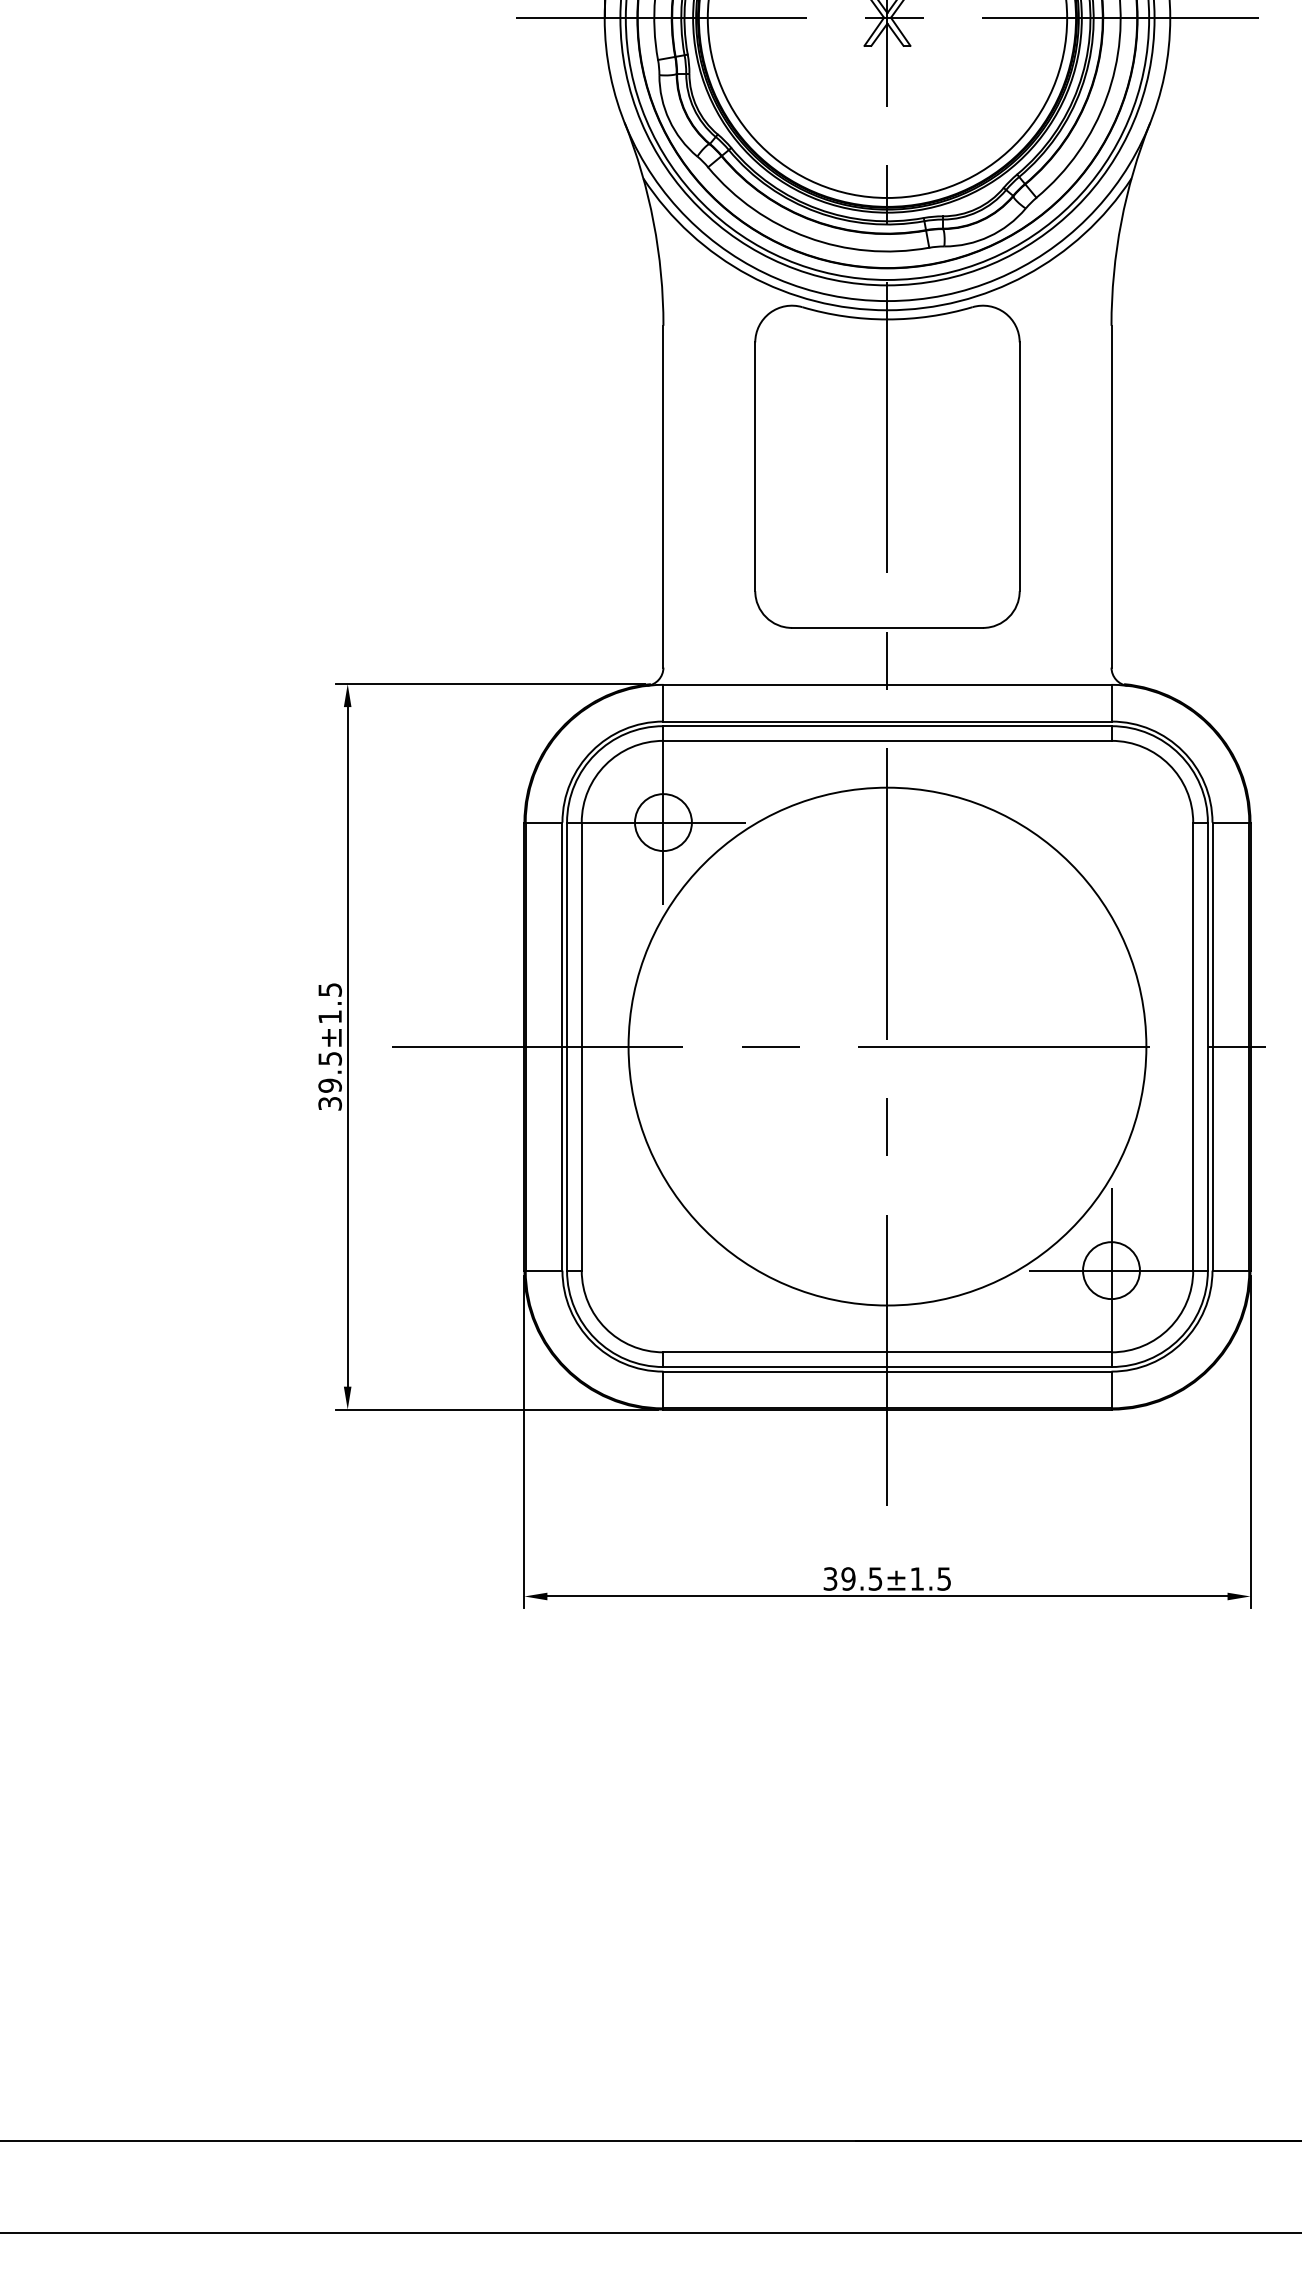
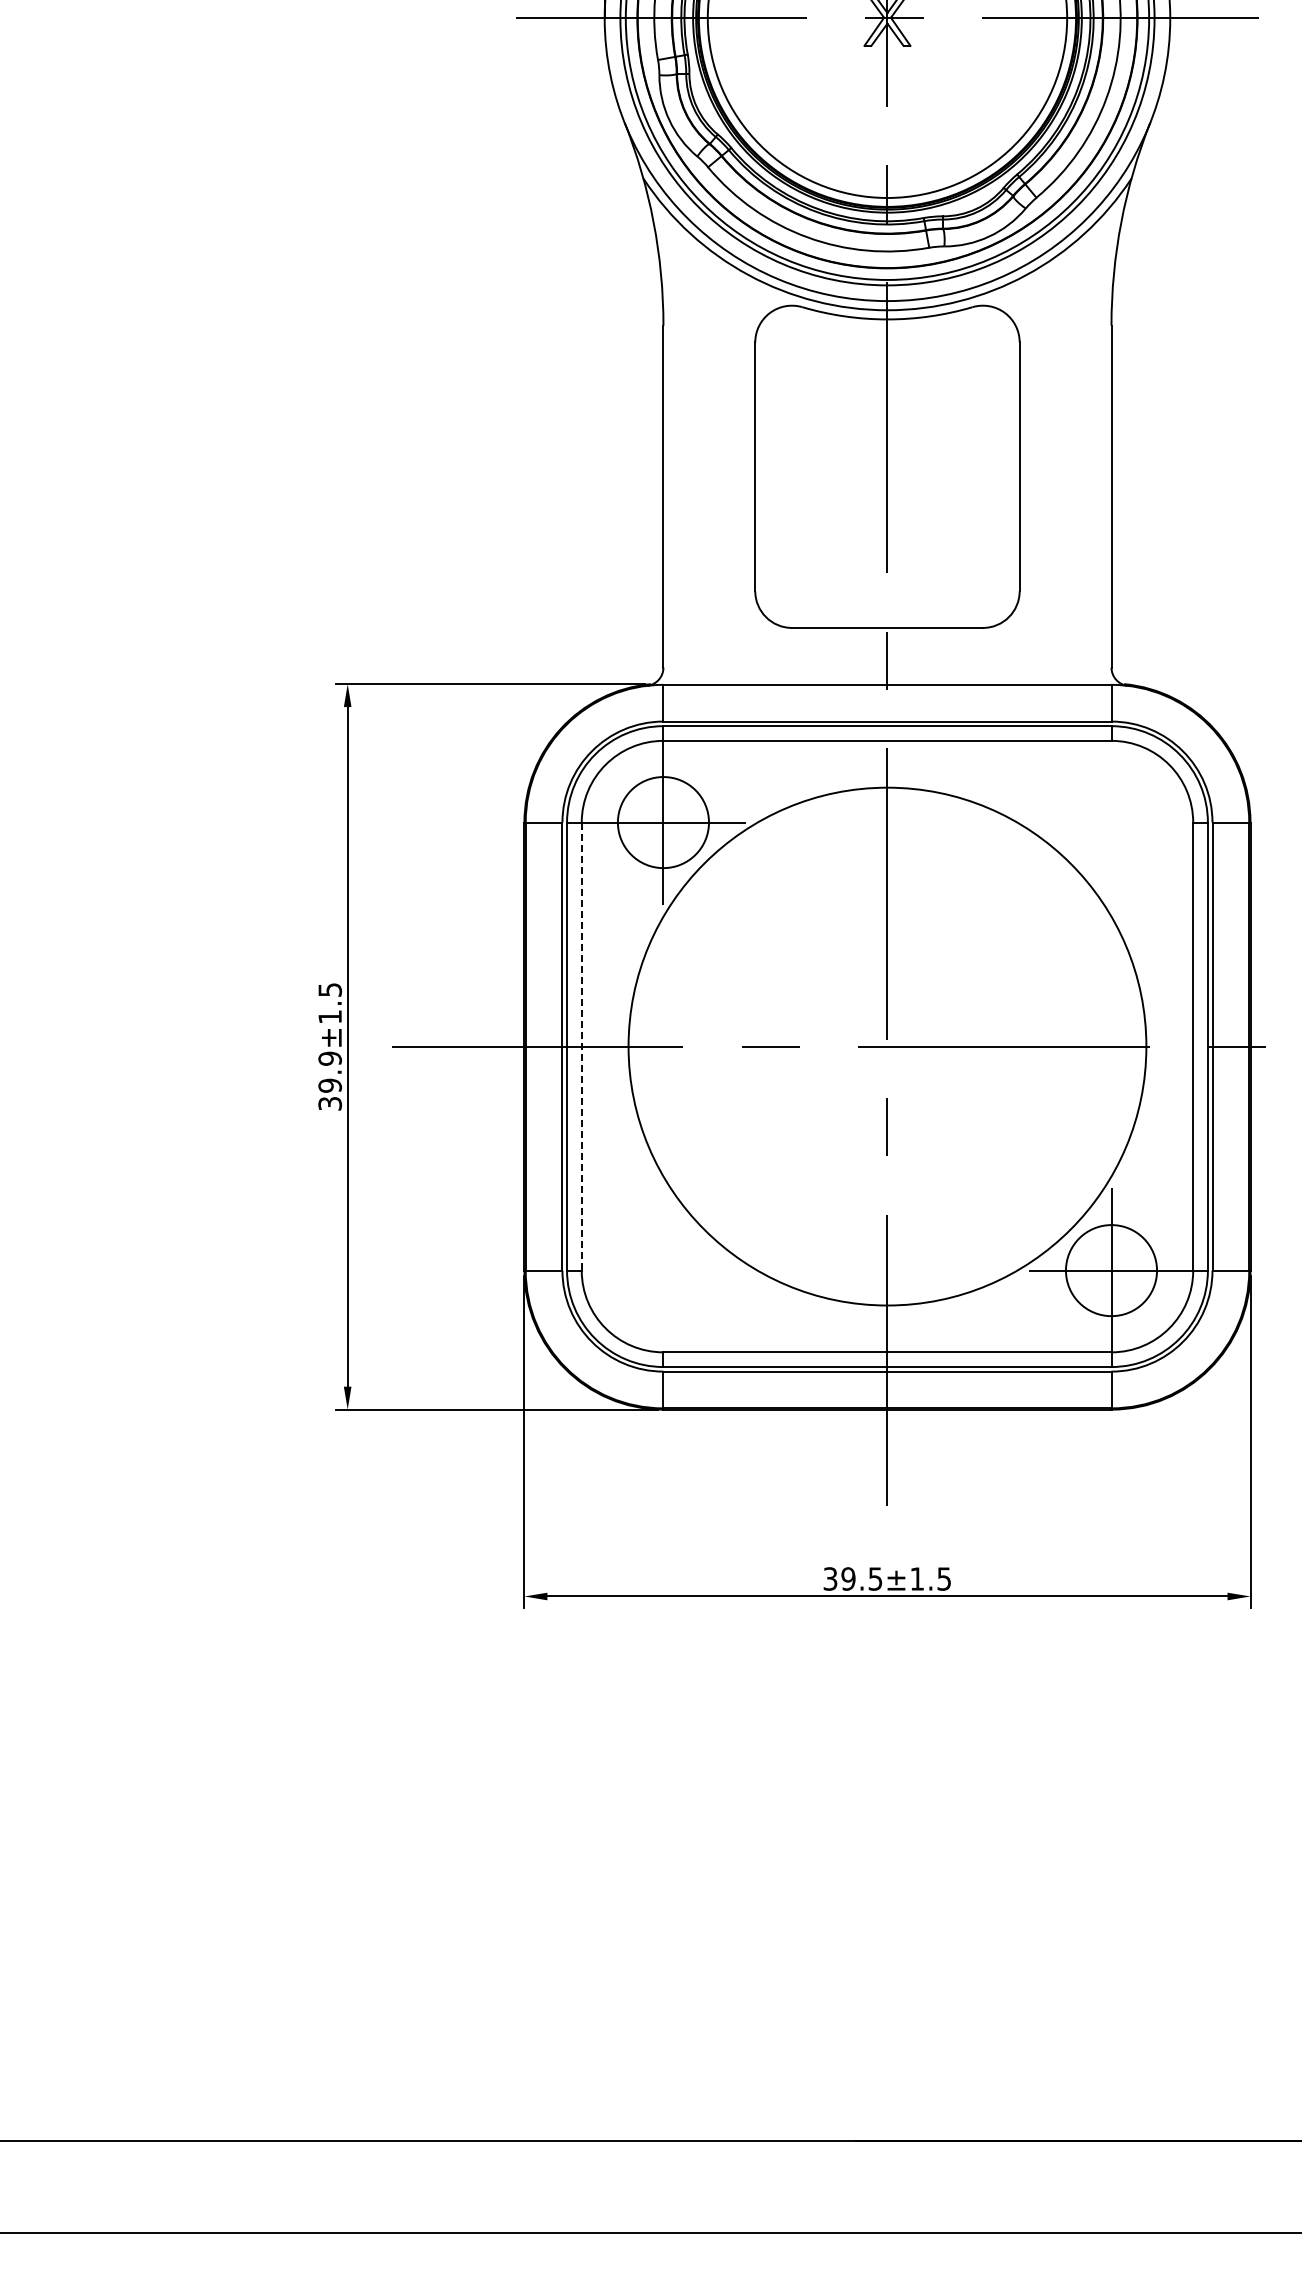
circle at (662, 822) diameter: 57 px -> 91 px
line at (581, 1047): solid -> dashed
text at (329, 1058): 39.5±1.5 -> 39.9±1.5
circle at (1111, 1270) diameter: 57 px -> 91 px
